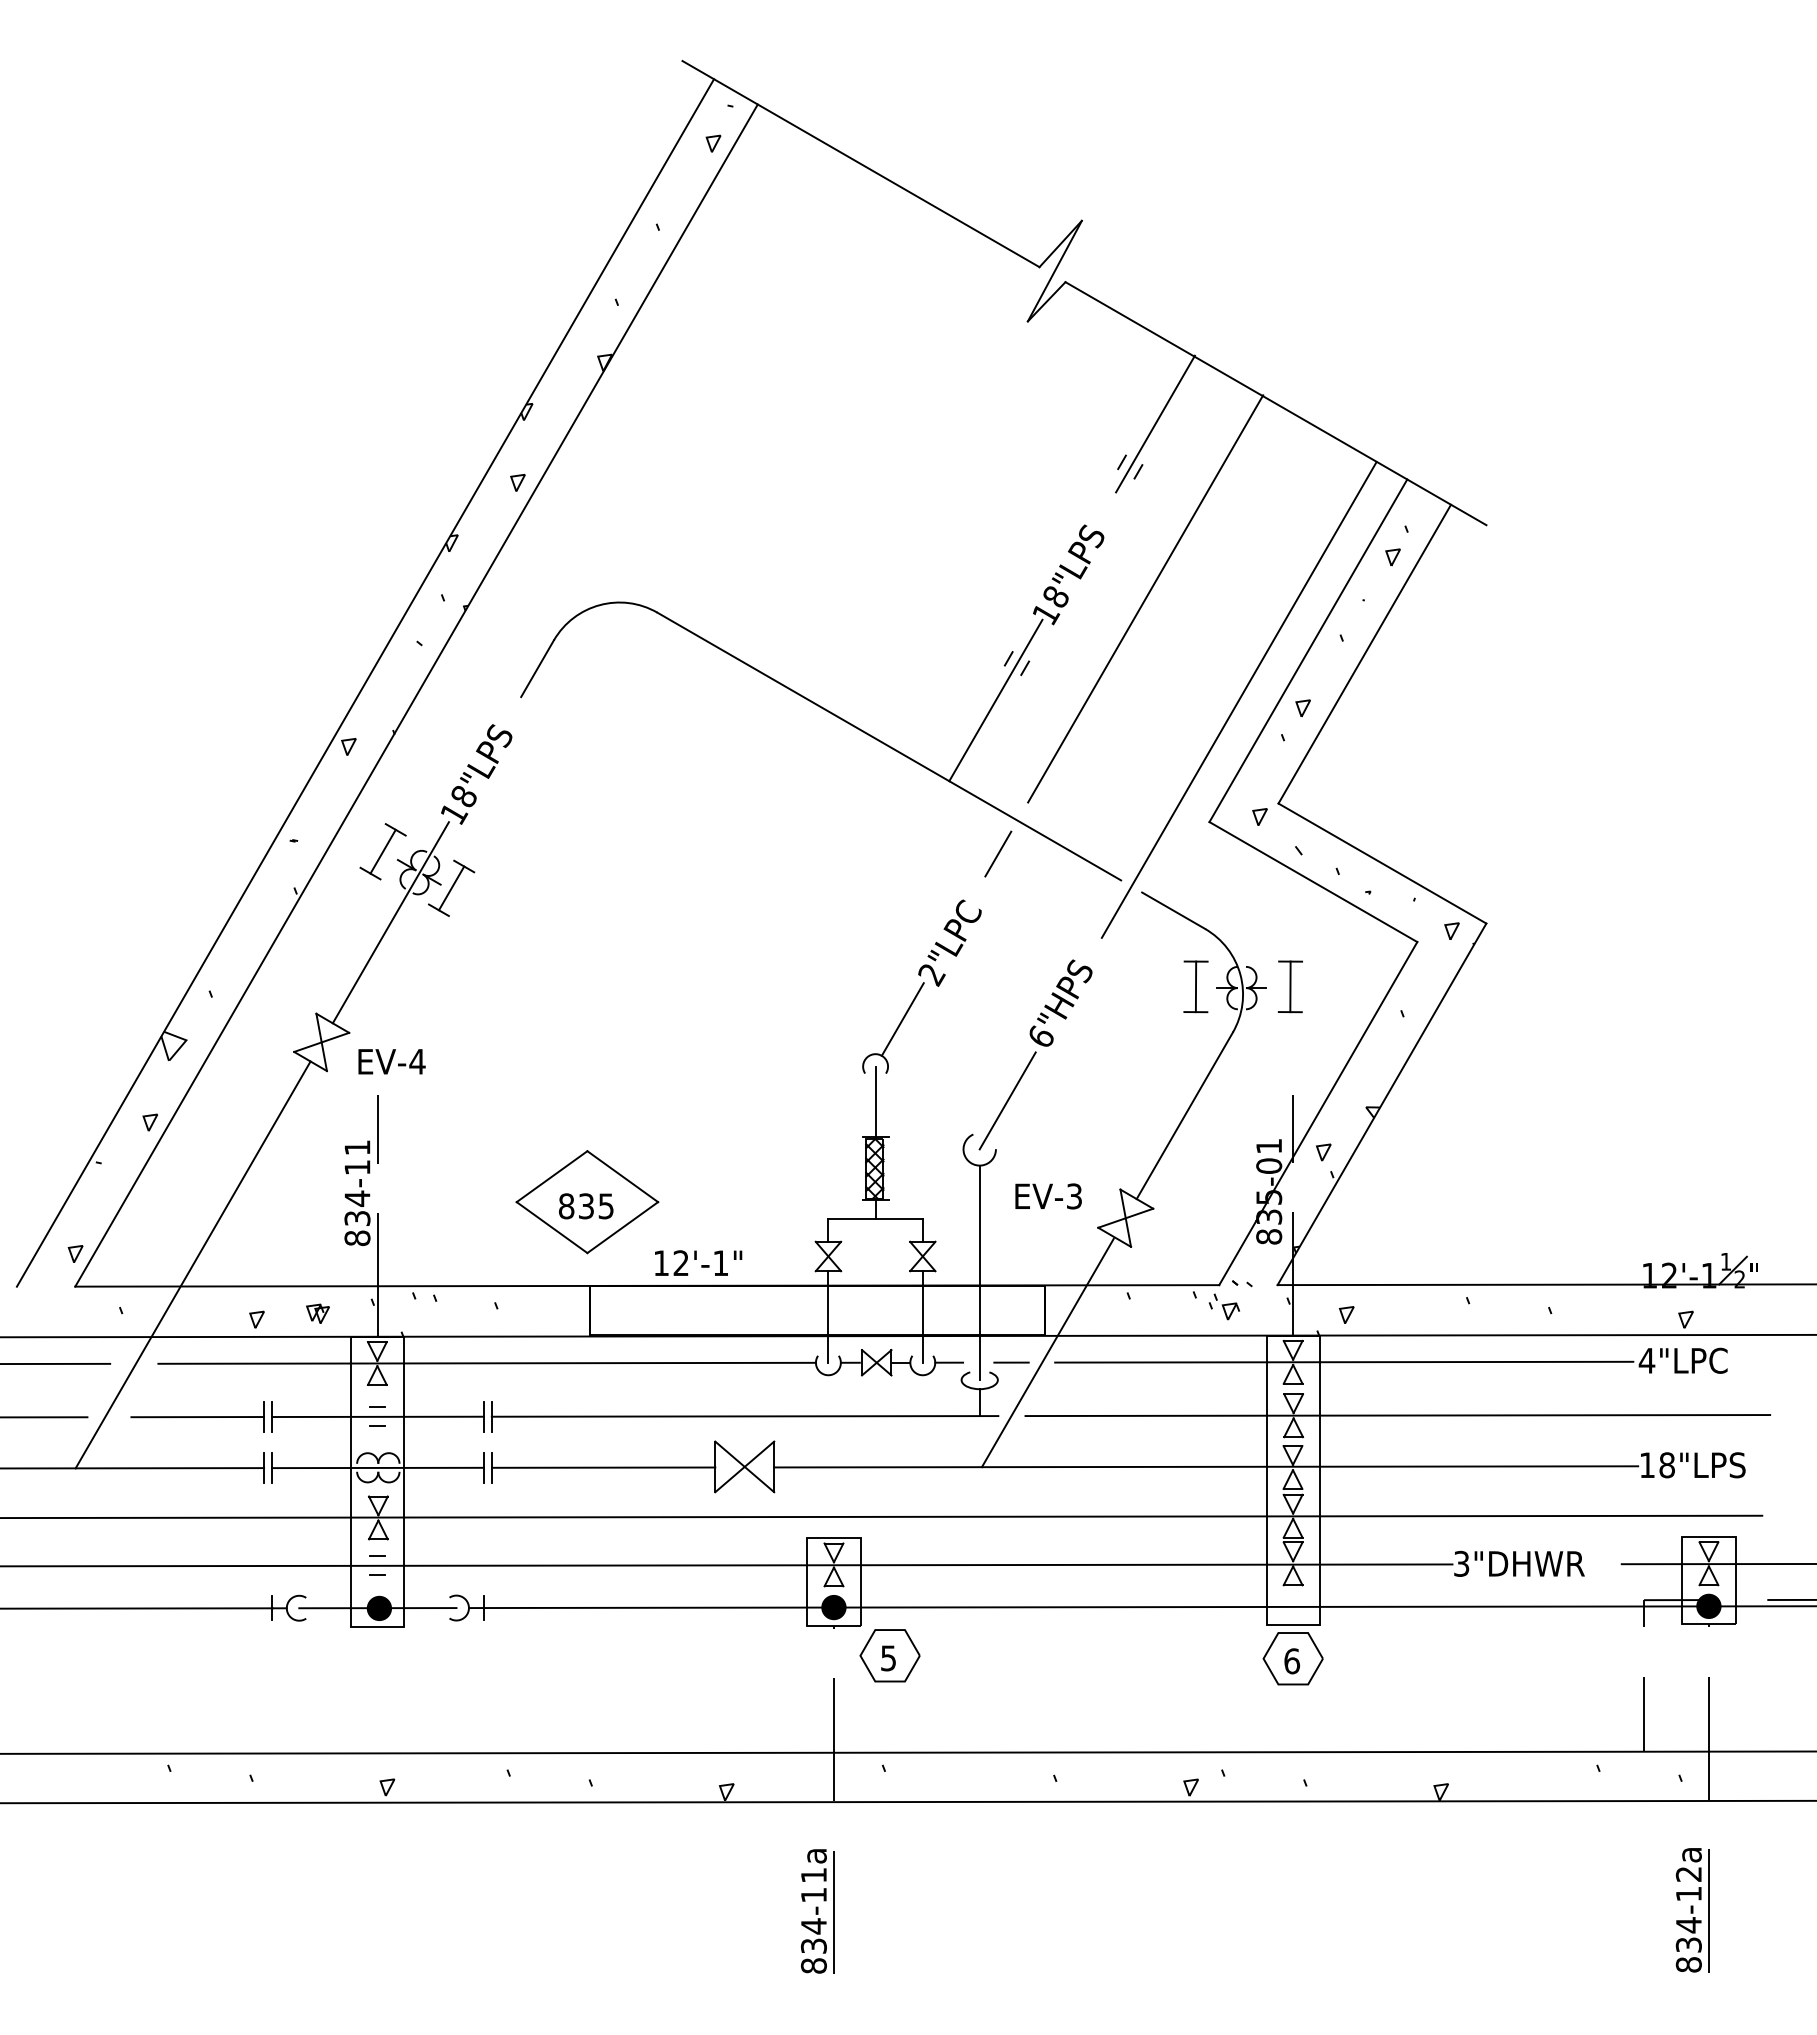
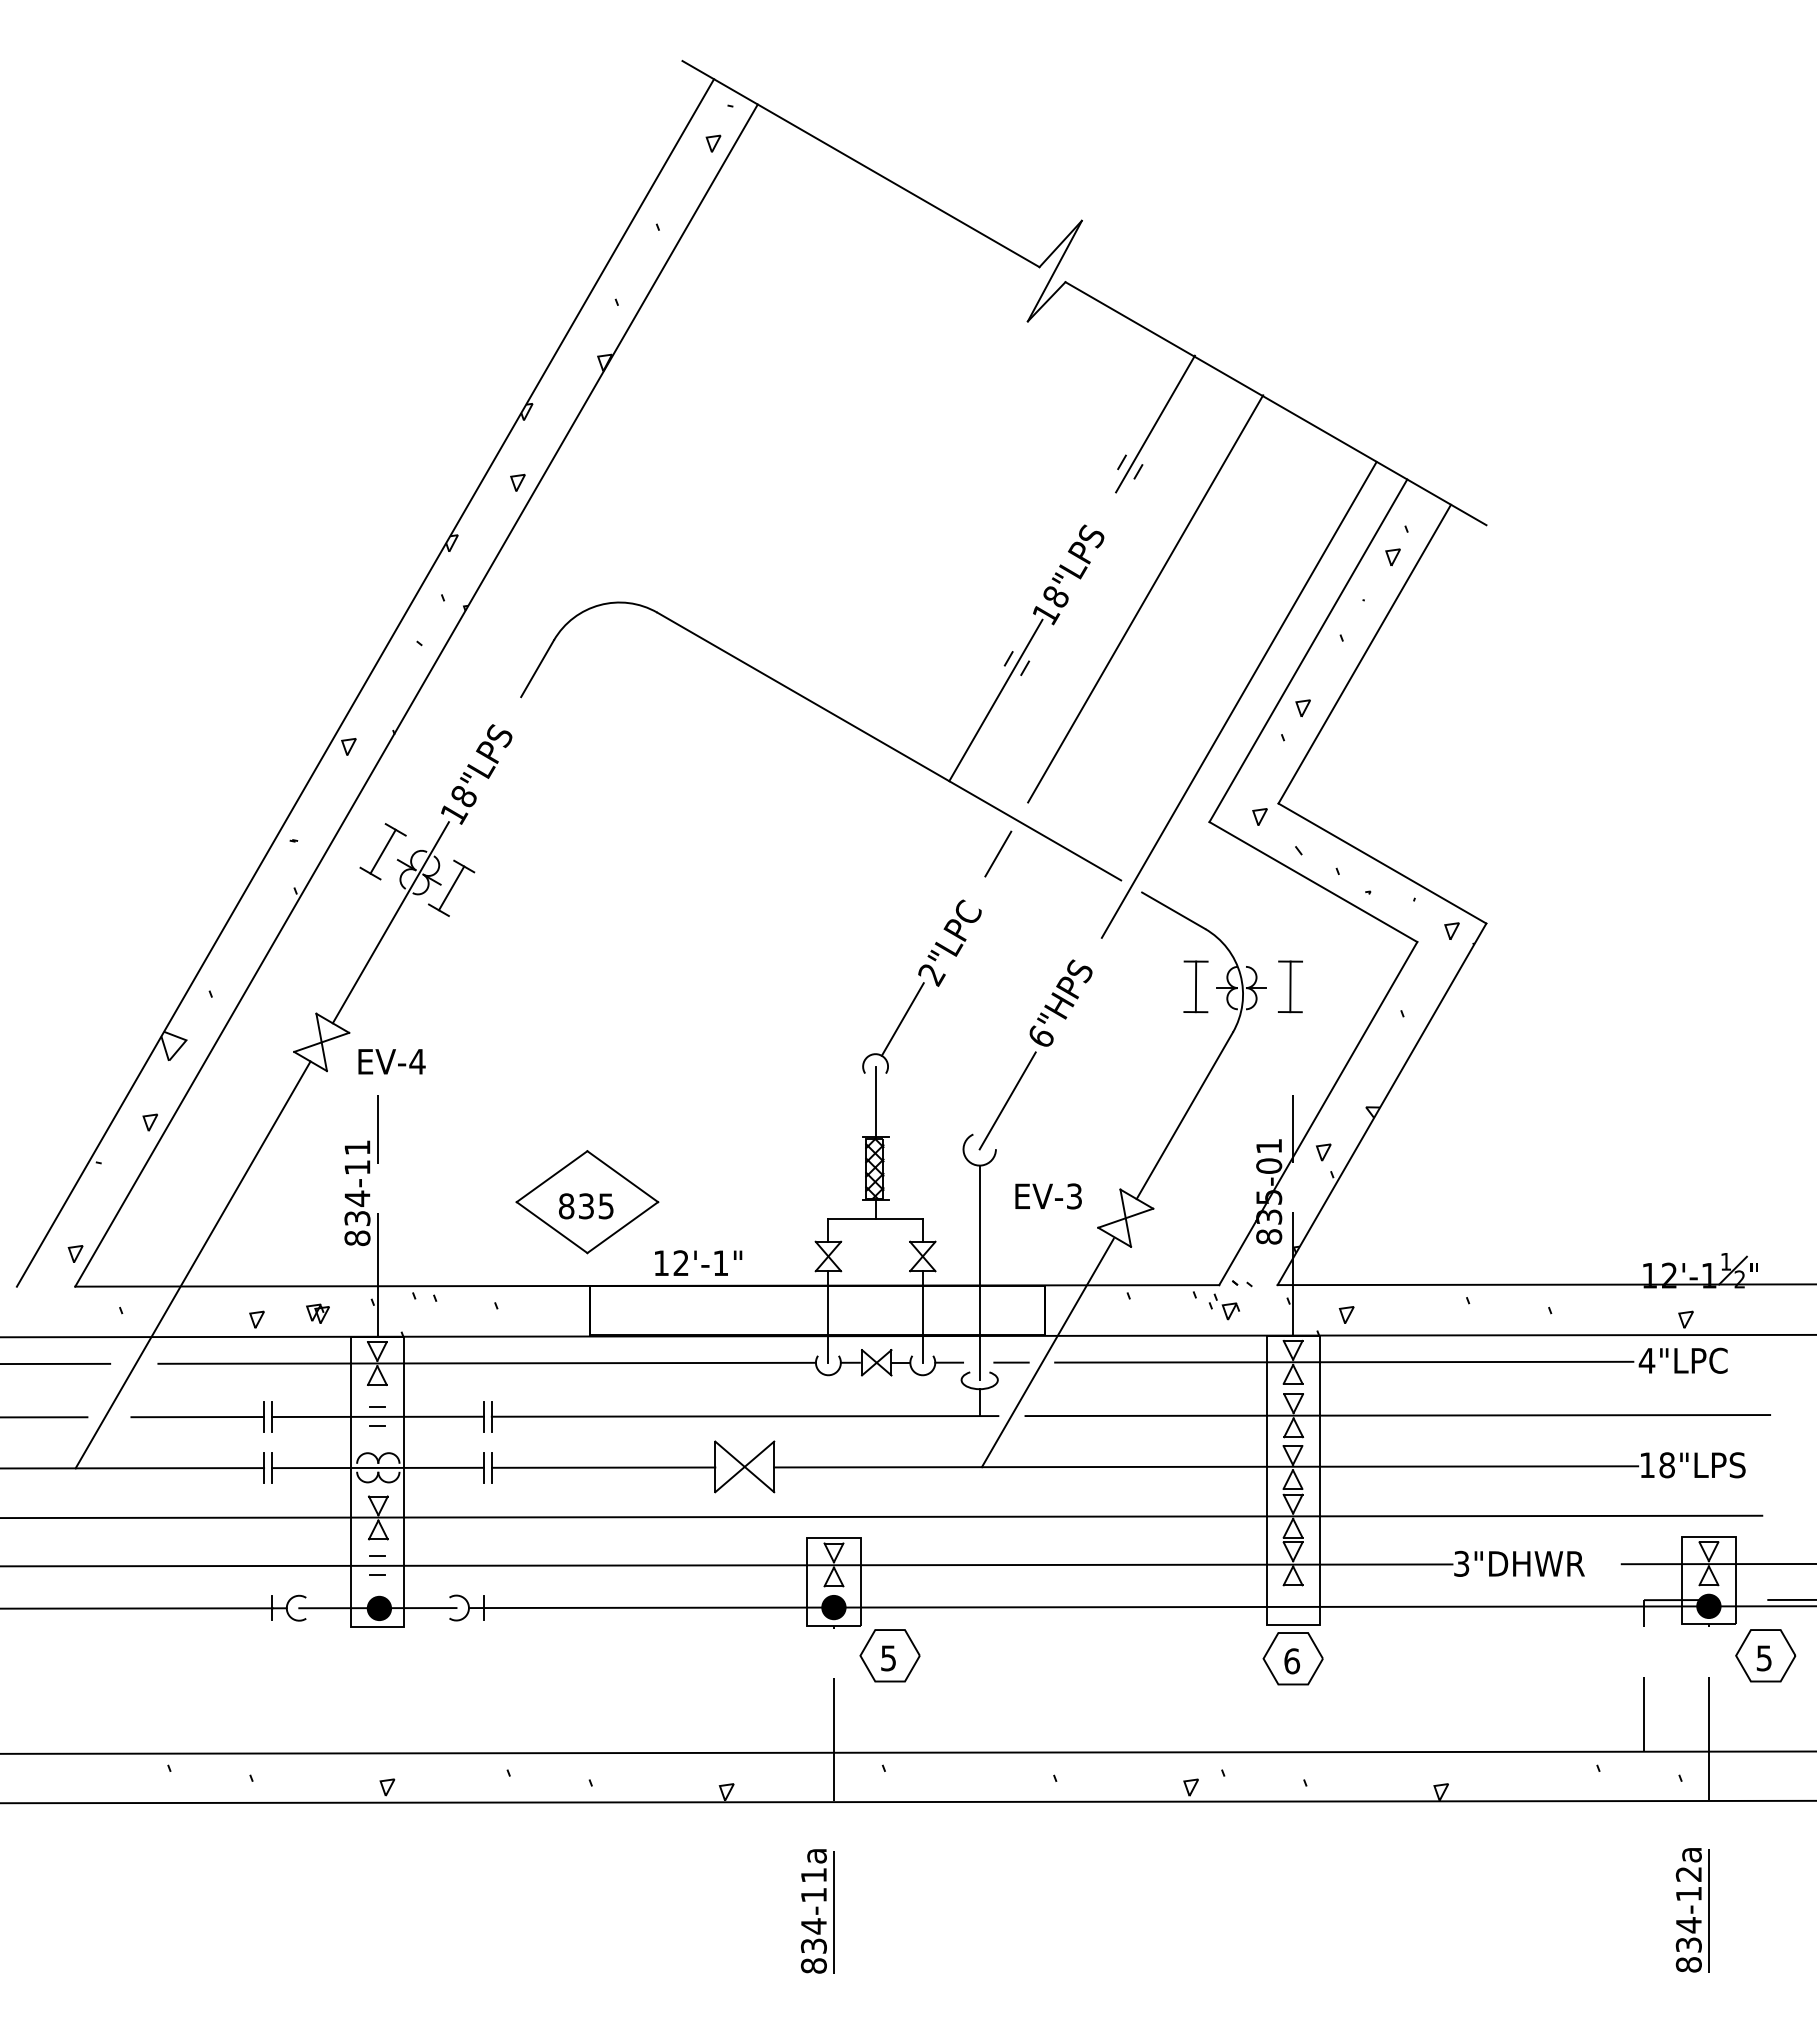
part at (1765, 1655): none -> present
